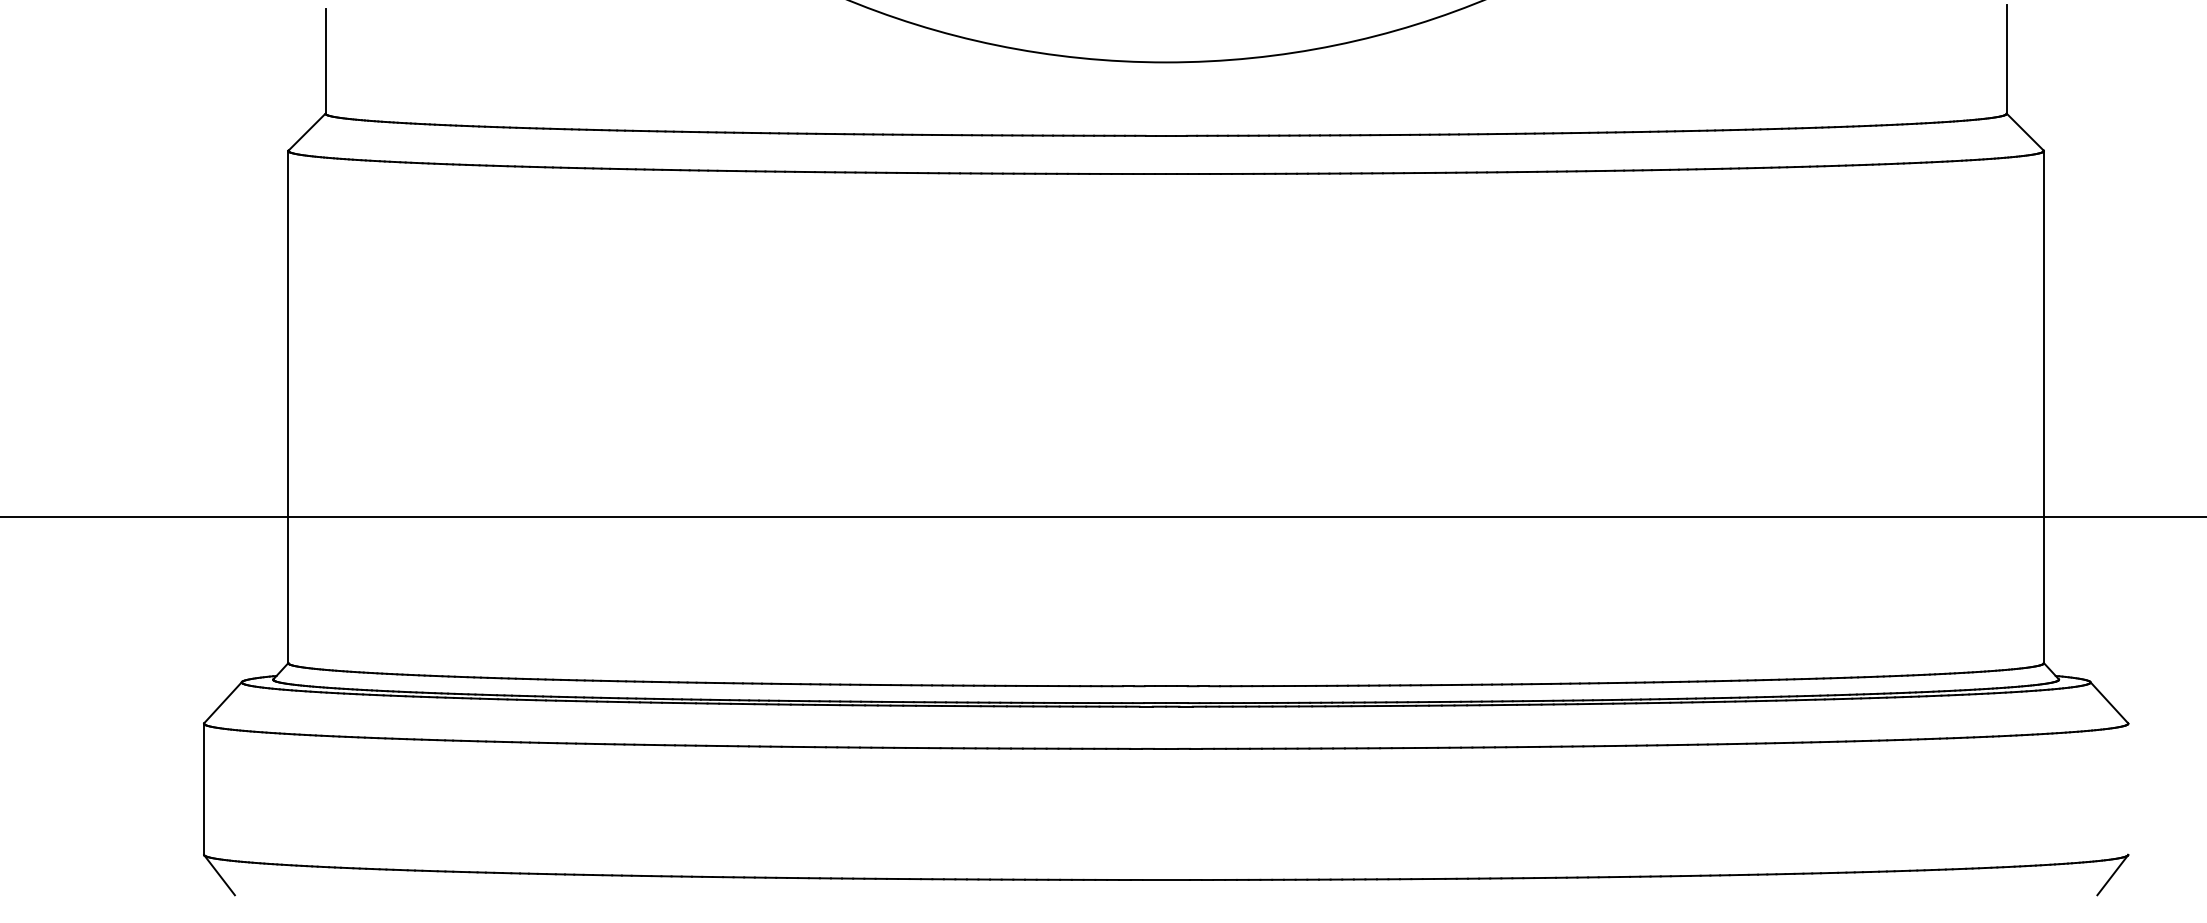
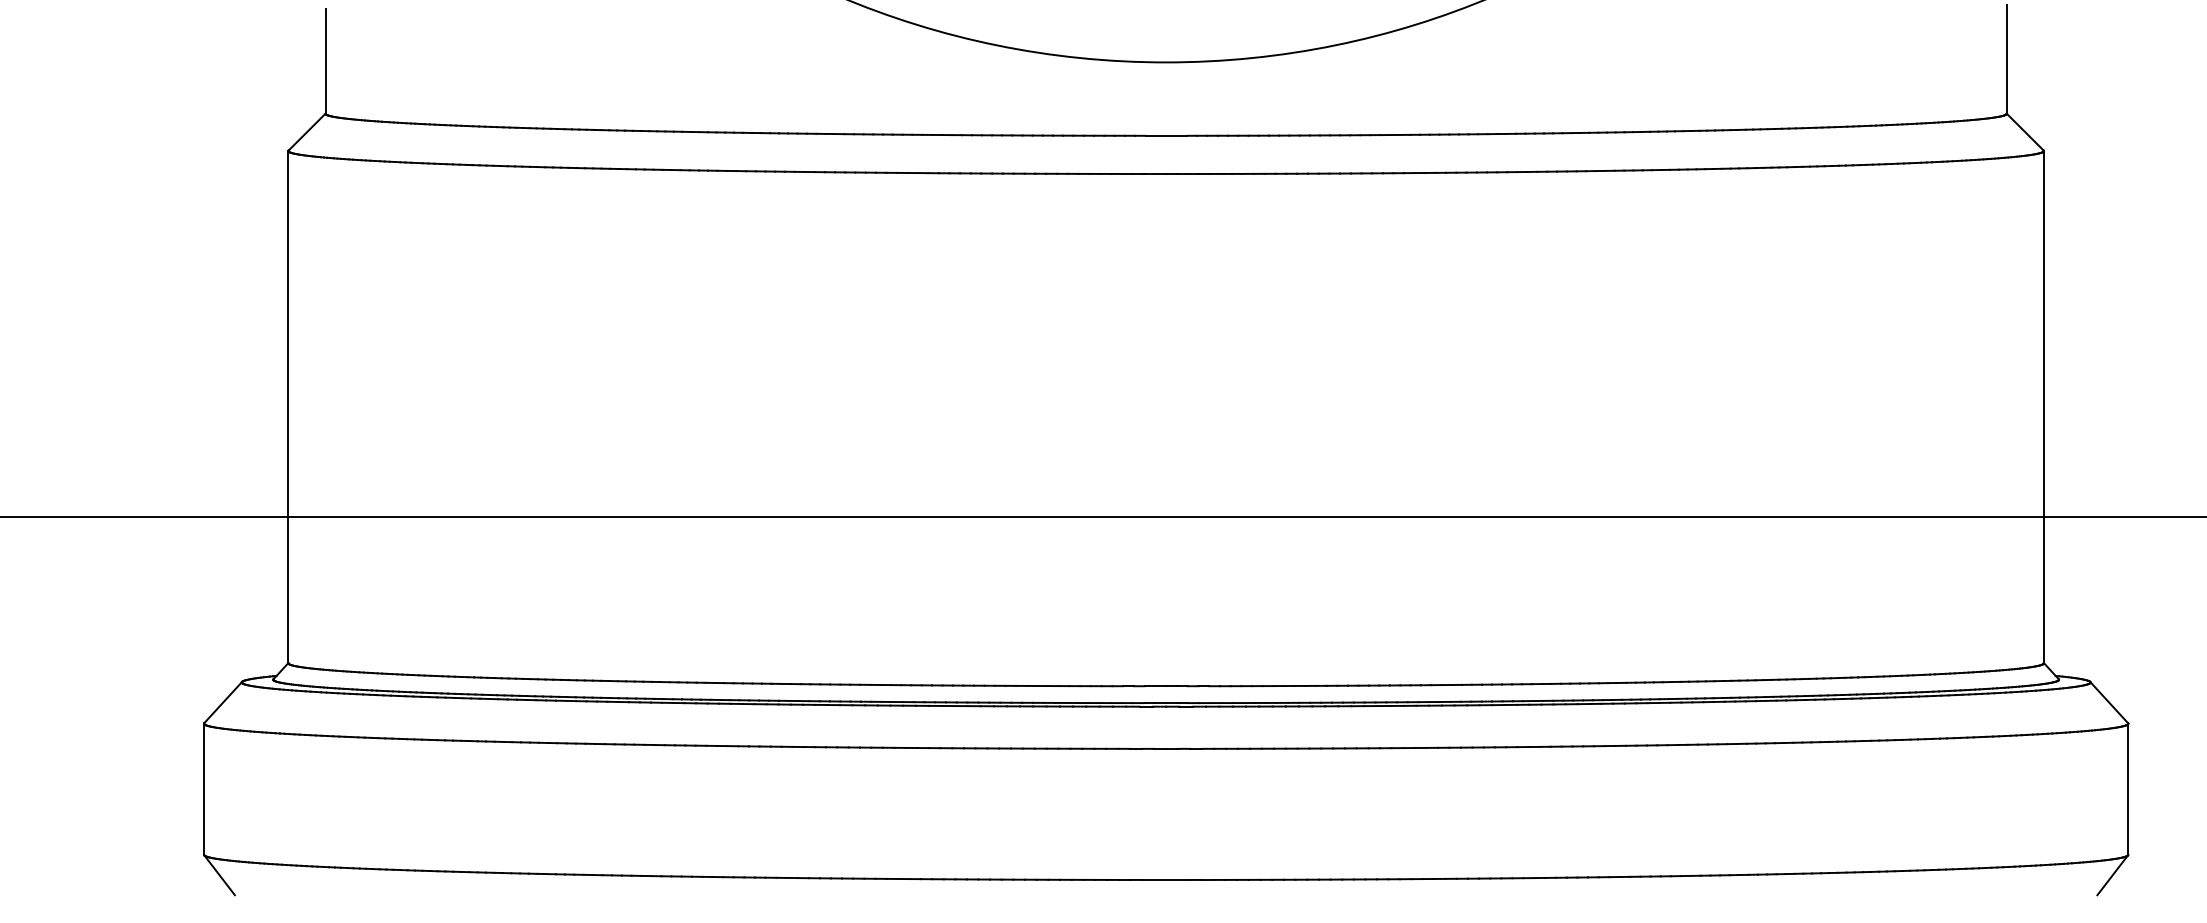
line at (2128, 788): none -> present
